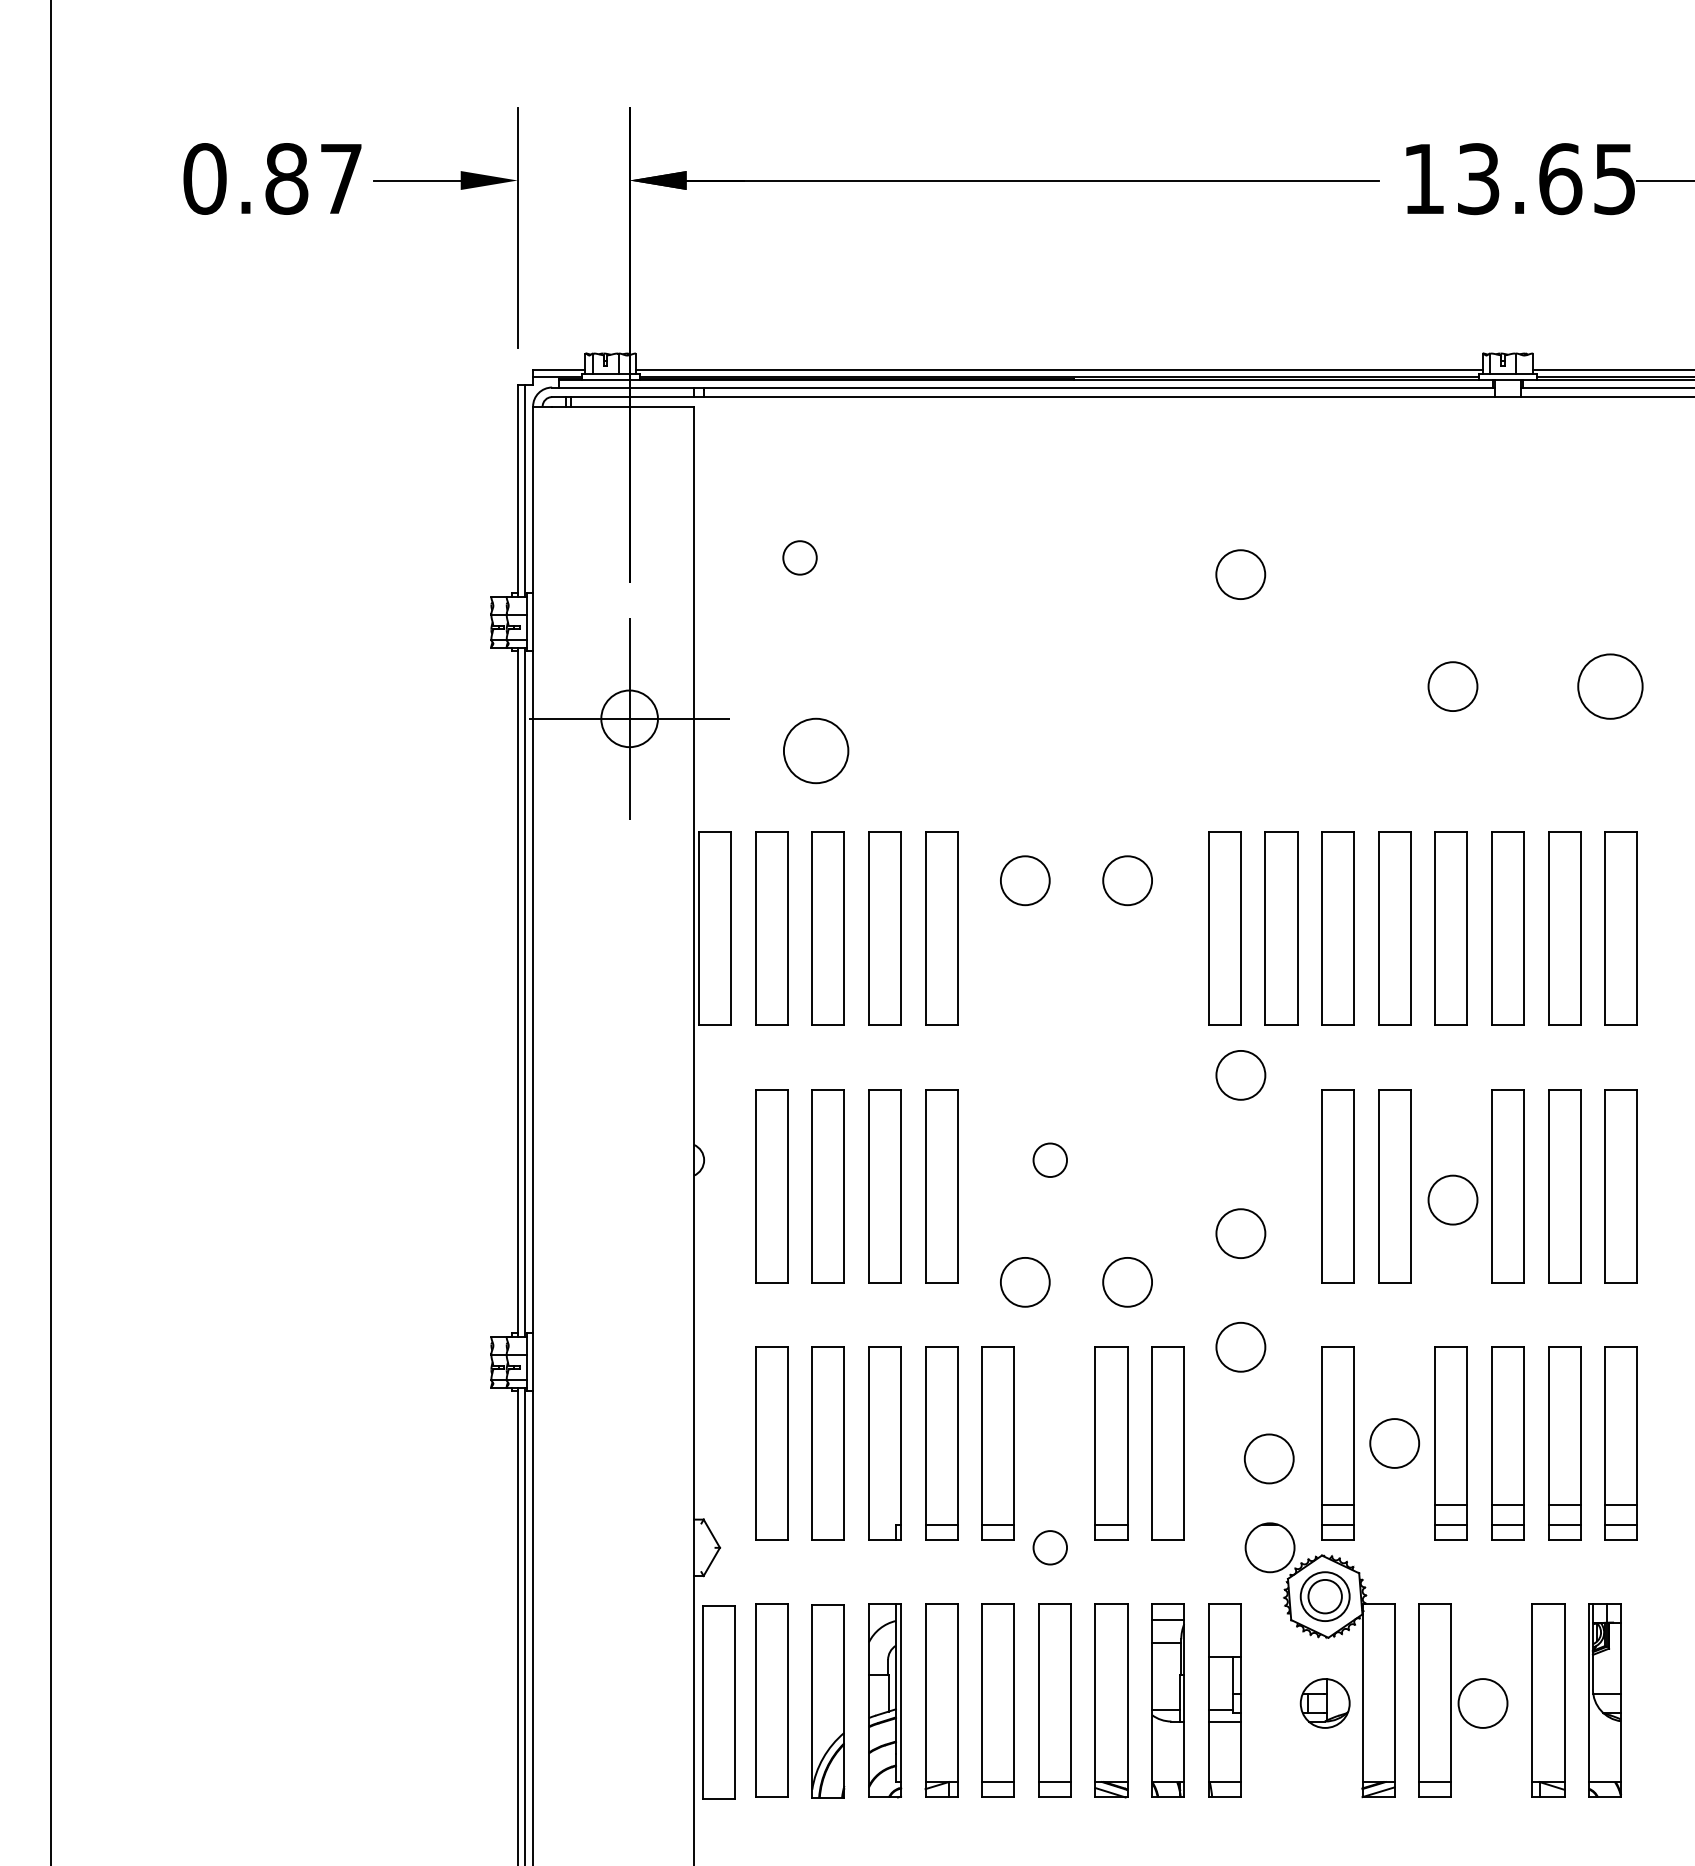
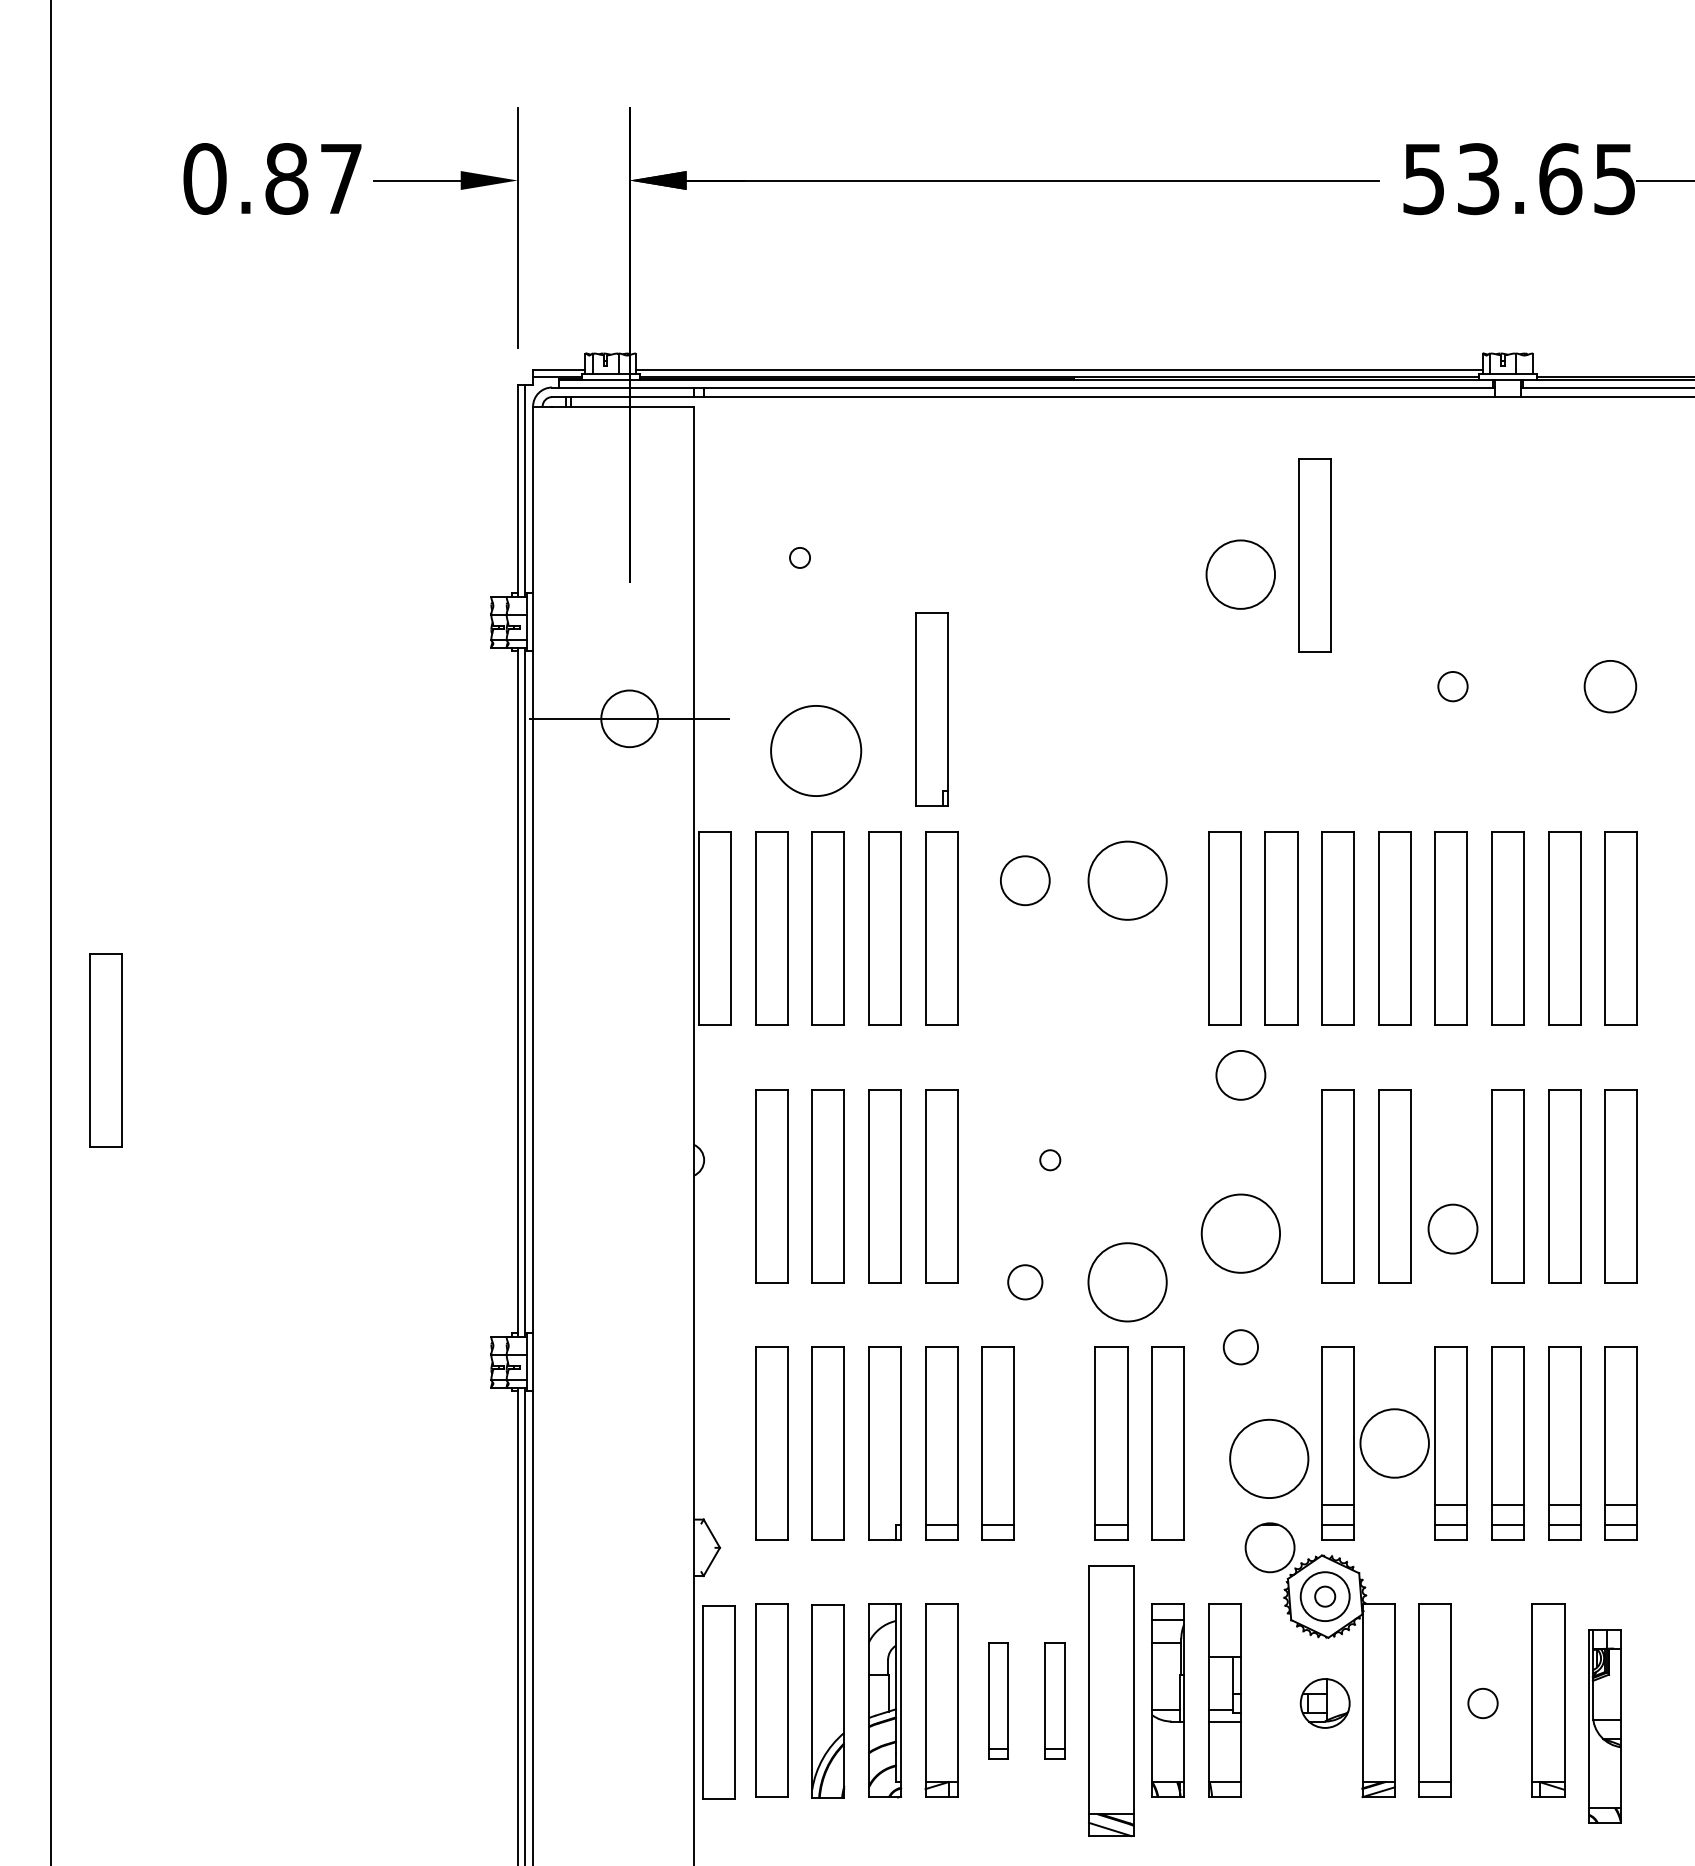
text at (1423, 179): 13.65 -> 53.65
line at (1612, 369): present -> none
part at (1314, 555): none -> present
circle at (799, 557) diameter: 33 px -> 20 px
circle at (1240, 574) diameter: 49 px -> 68 px
circle at (1452, 686) diameter: 49 px -> 29 px
circle at (1610, 686) diameter: 64 px -> 52 px
part at (931, 709): none -> present
line at (629, 718): present -> none
circle at (815, 750) diameter: 64 px -> 90 px
circle at (1127, 880) diameter: 49 px -> 78 px
part at (105, 1050): none -> present
circle at (1050, 1160) diameter: 33 px -> 20 px
circle at (1452, 1199) position: (1452, 1199) -> (1452, 1228)
circle at (1240, 1233) diameter: 49 px -> 78 px
circle at (1024, 1281) diameter: 49 px -> 34 px
circle at (1127, 1281) diameter: 49 px -> 78 px
circle at (1240, 1346) diameter: 49 px -> 34 px
circle at (1394, 1443) diameter: 49 px -> 68 px
circle at (1268, 1458) diameter: 49 px -> 78 px
circle at (1049, 1547): present -> none
circle at (1324, 1596) diameter: 33 px -> 20 px
part at (997, 1700) size: 34x195 px -> 21x118 px
part at (1054, 1700) size: 34x195 px -> 22x118 px
part at (1111, 1700) size: 35x196 px -> 47x272 px
part at (1604, 1700) position: (1604, 1700) -> (1604, 1726)
circle at (1482, 1703) diameter: 49 px -> 29 px
